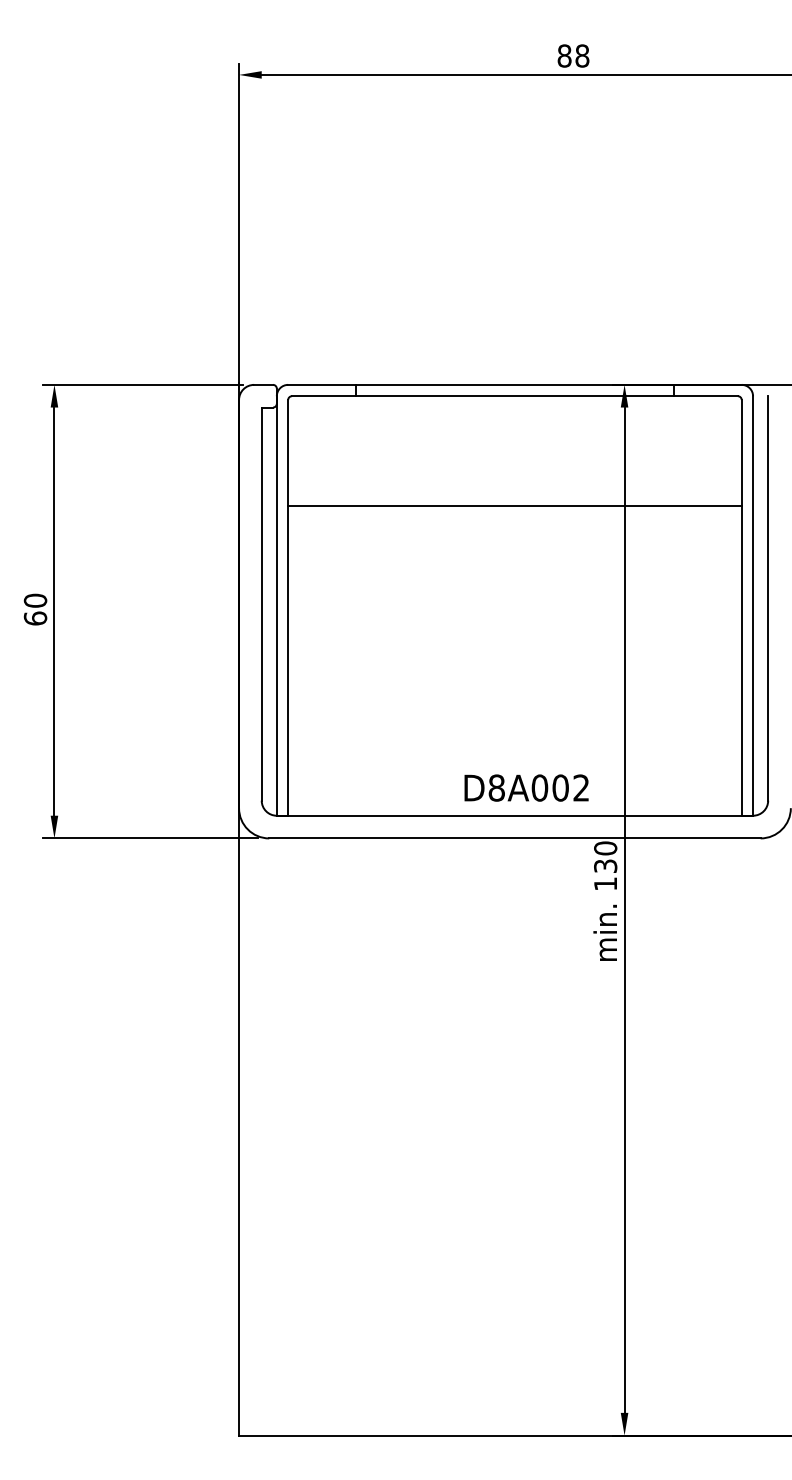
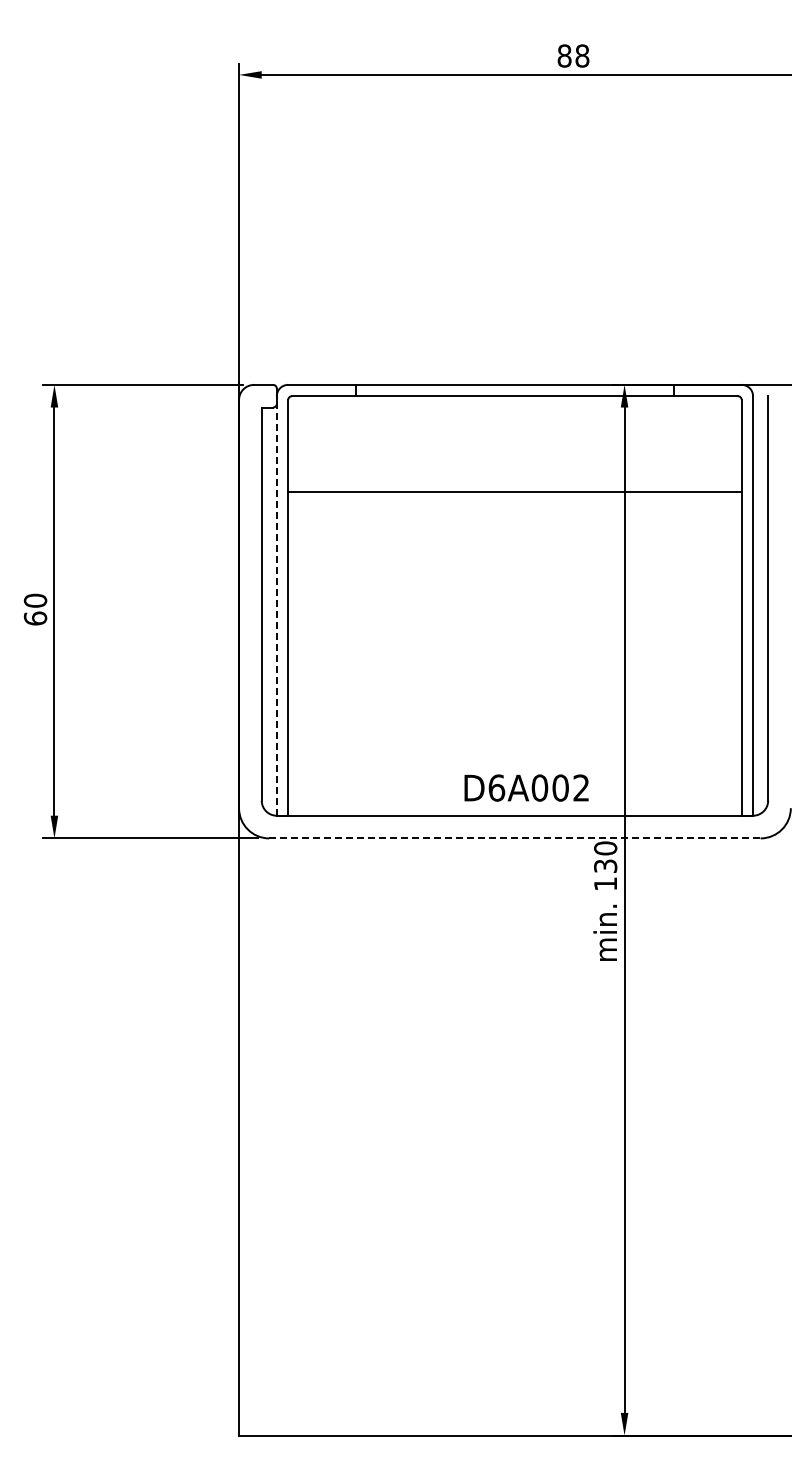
line at (514, 505) position: (514, 505) -> (514, 491)
line at (276, 605): solid -> dashed
text at (496, 787): D8A002 -> D6A002
line at (514, 838): solid -> dashed
